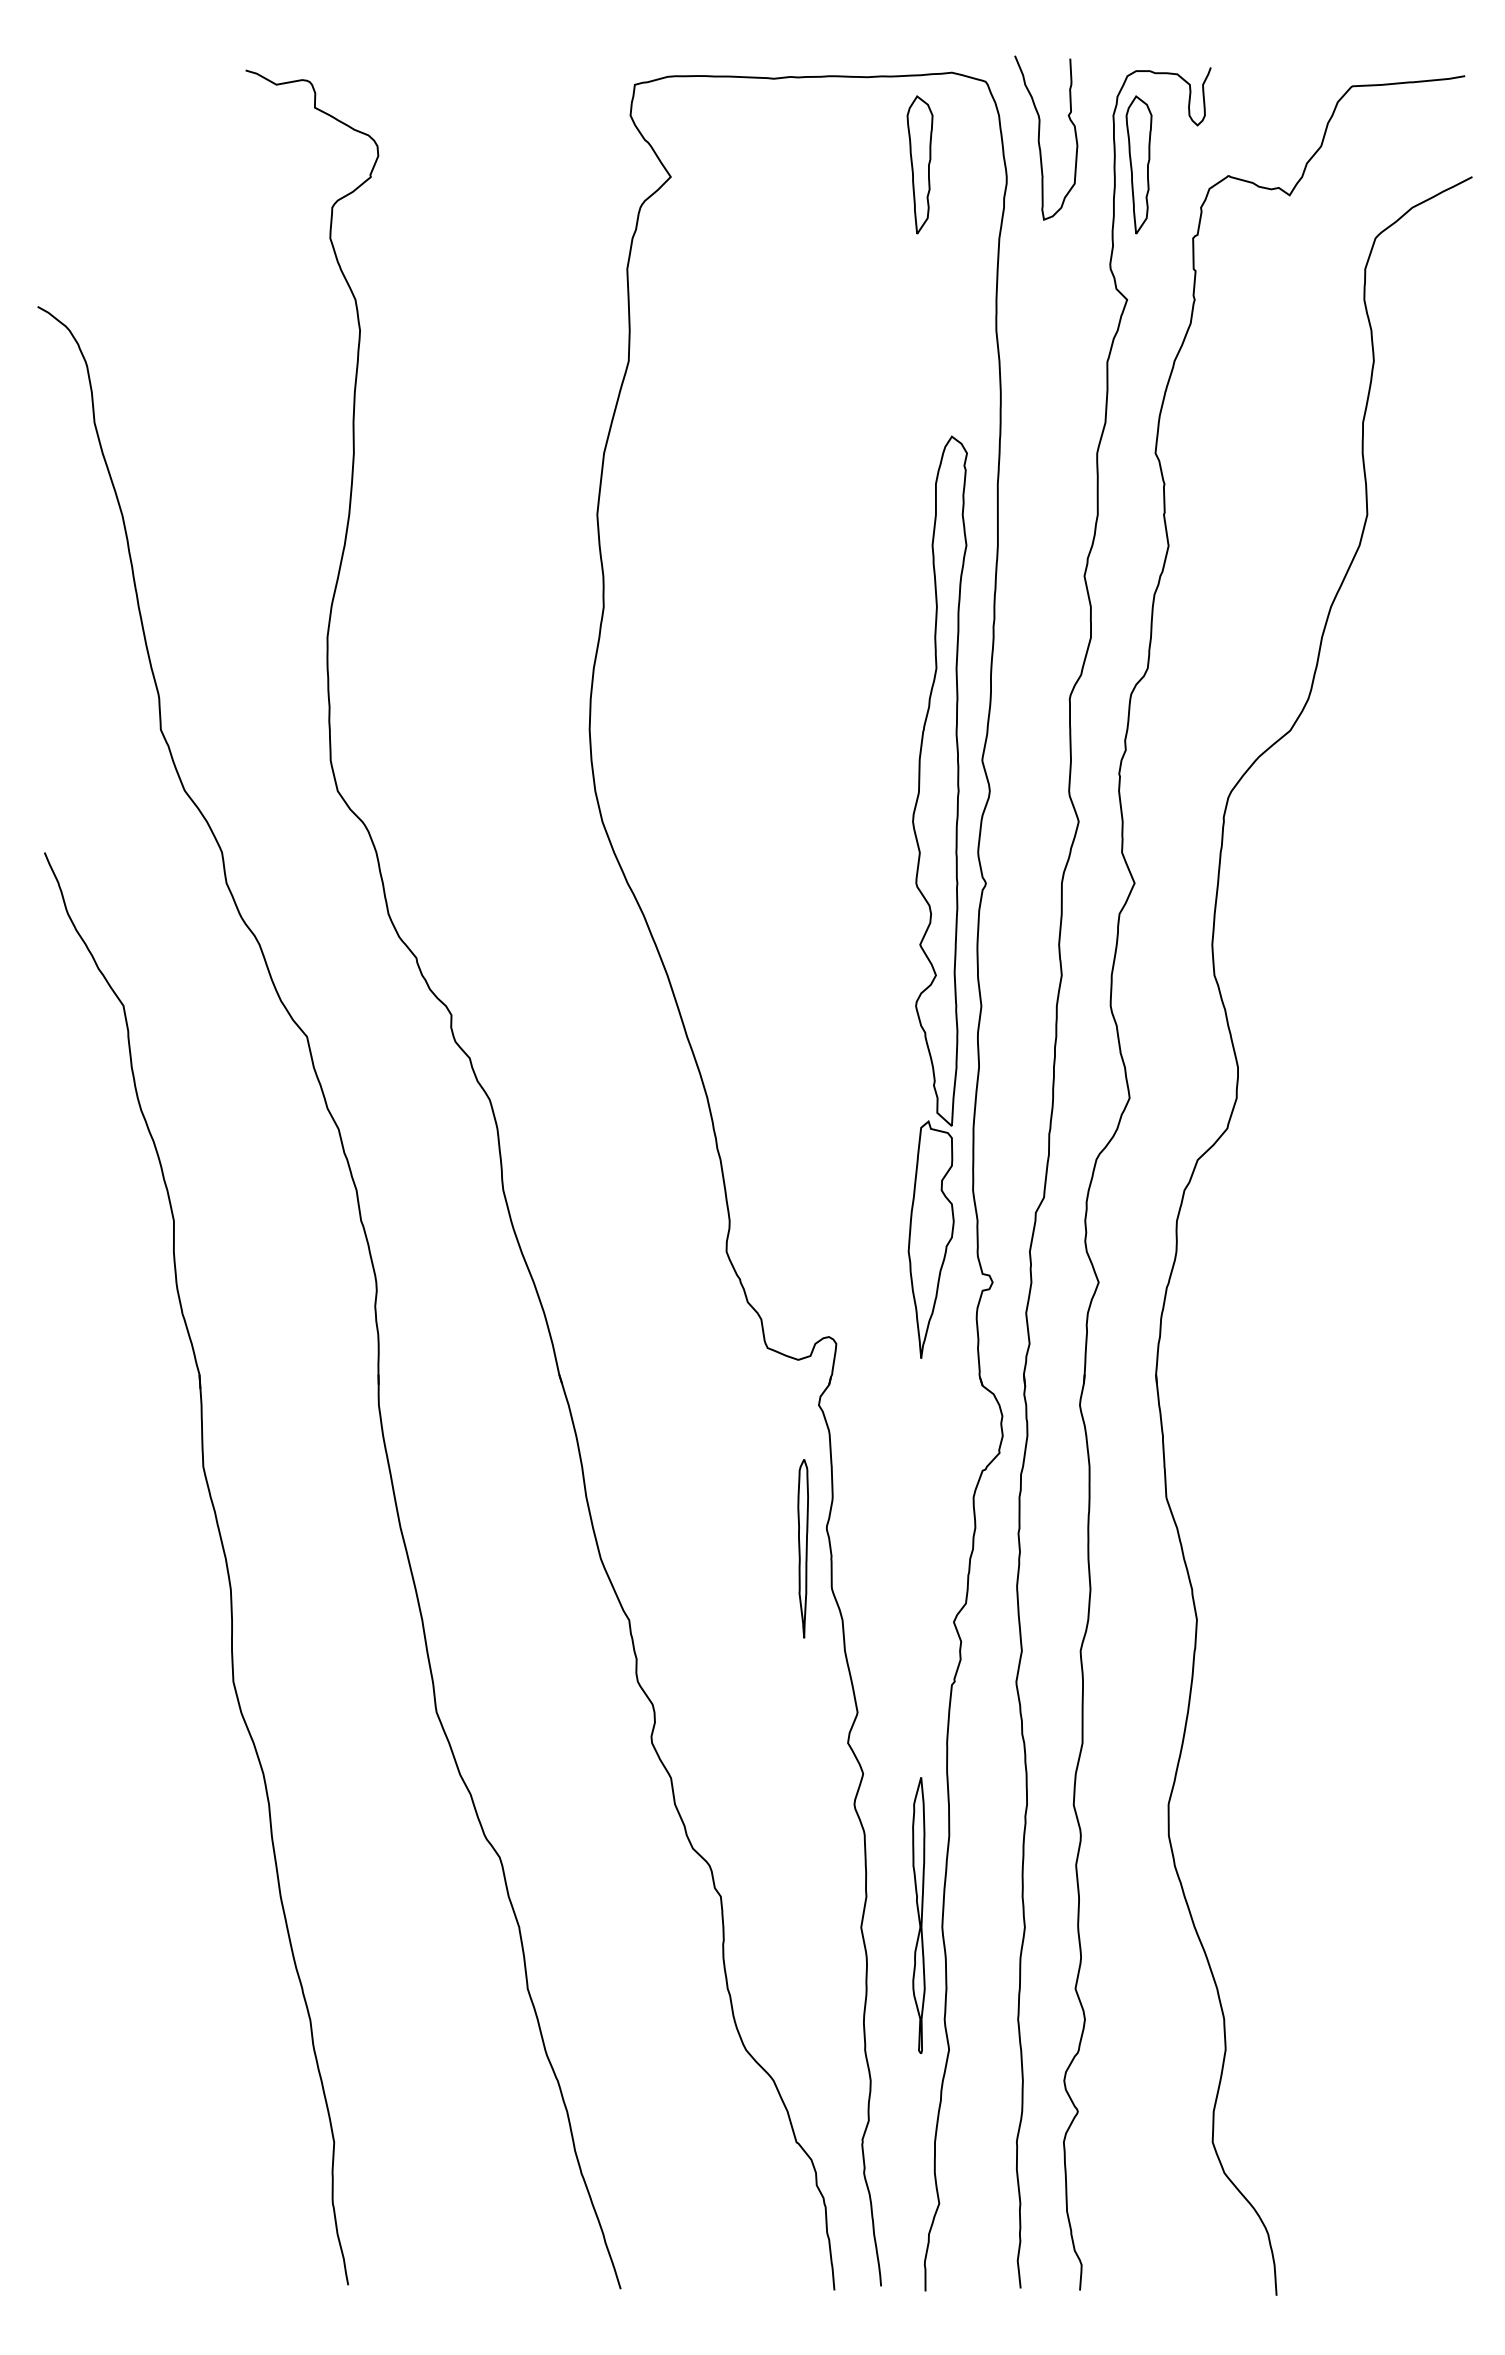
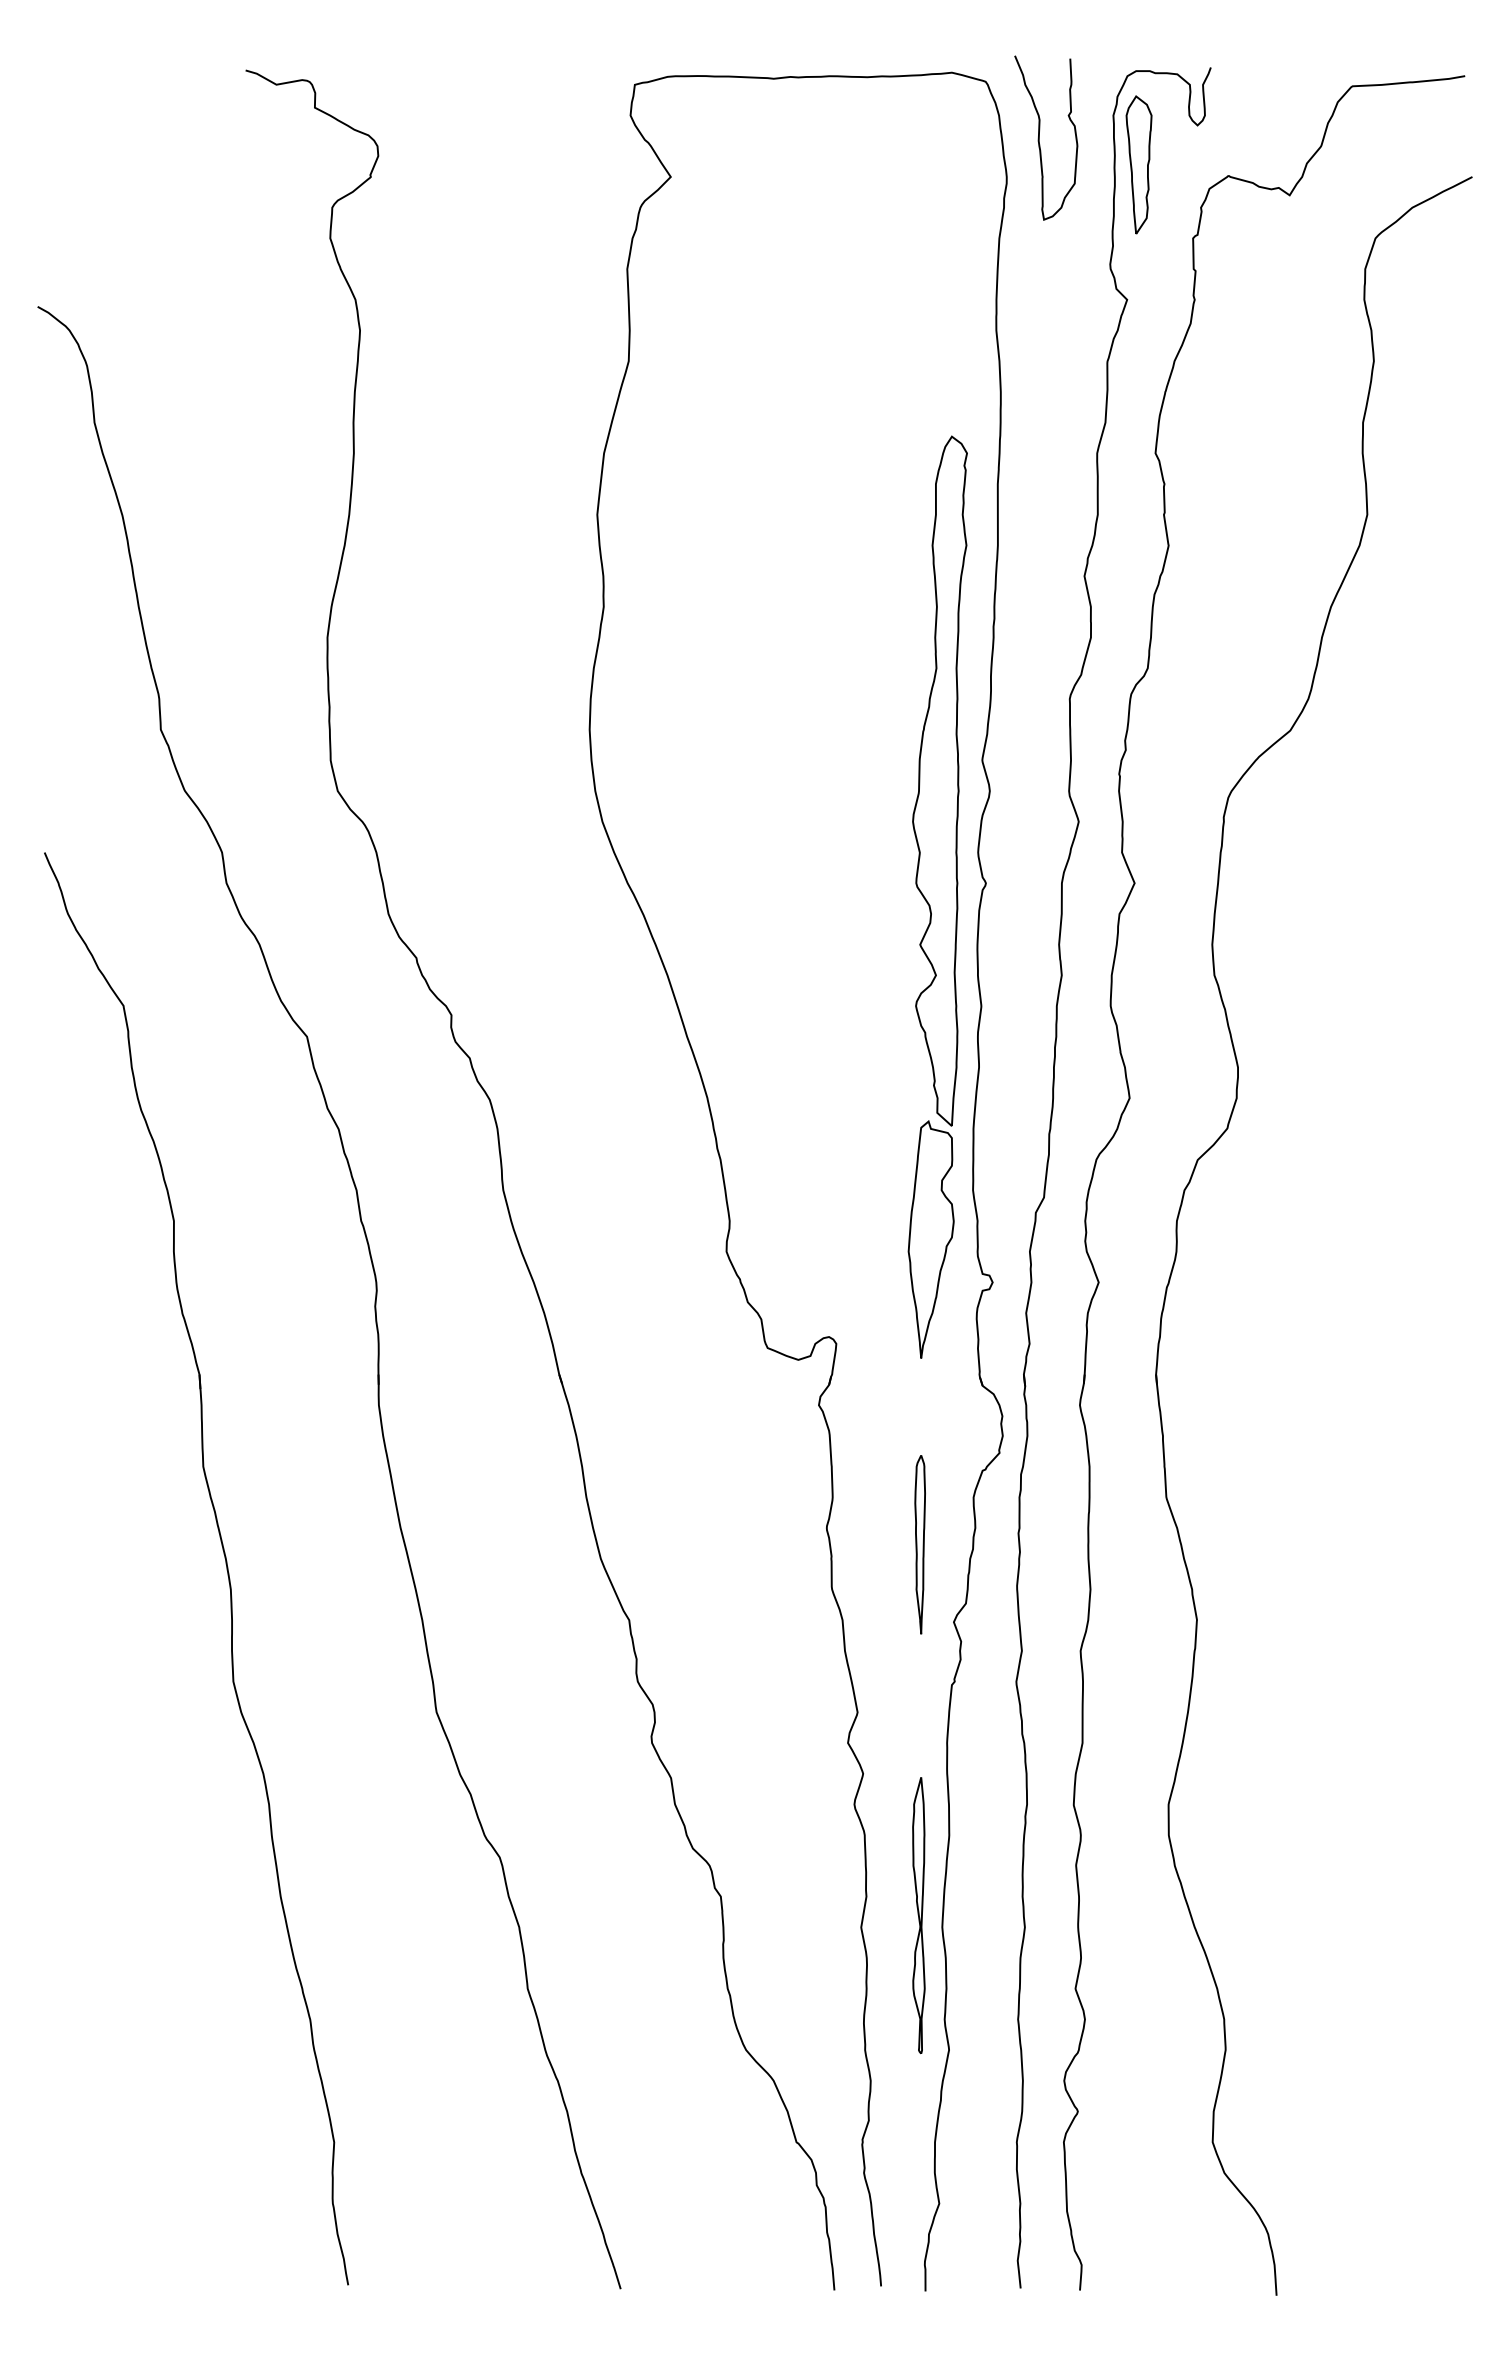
part at (919, 164): present -> none
part at (802, 1548) position: (802, 1548) -> (919, 1544)
